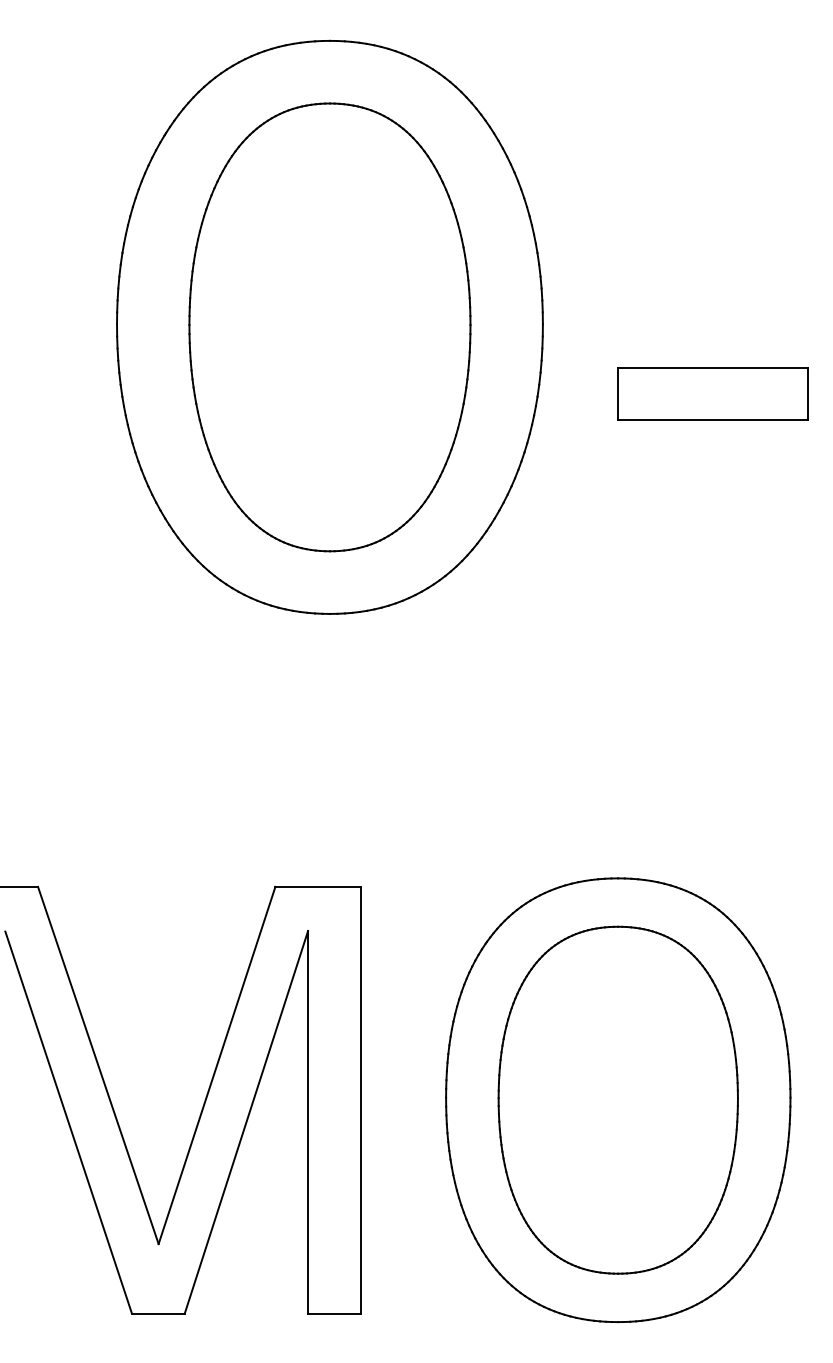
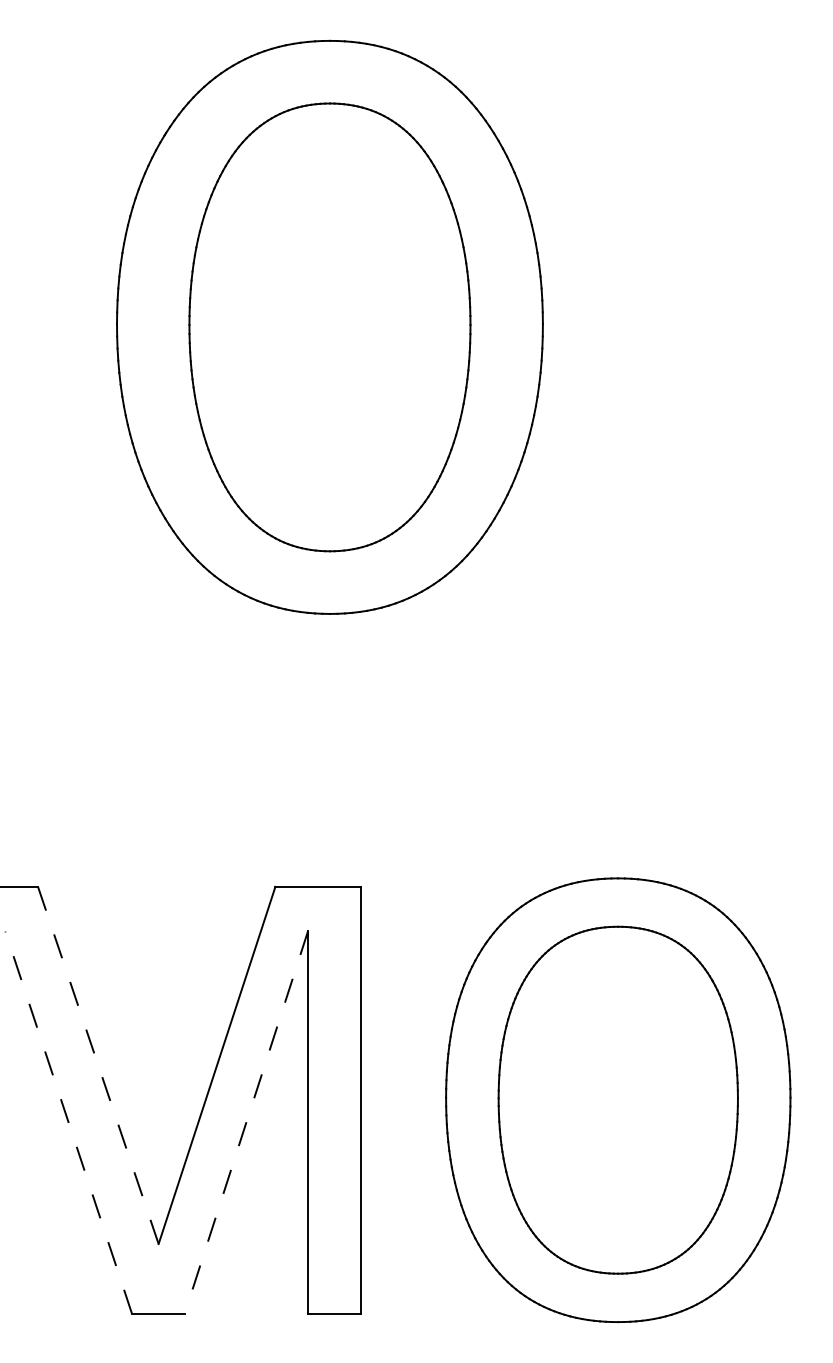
part at (712, 393): present -> none
line at (98, 1065): solid -> dashed
line at (68, 1122): solid -> dashed
line at (246, 1122): solid -> dashed
